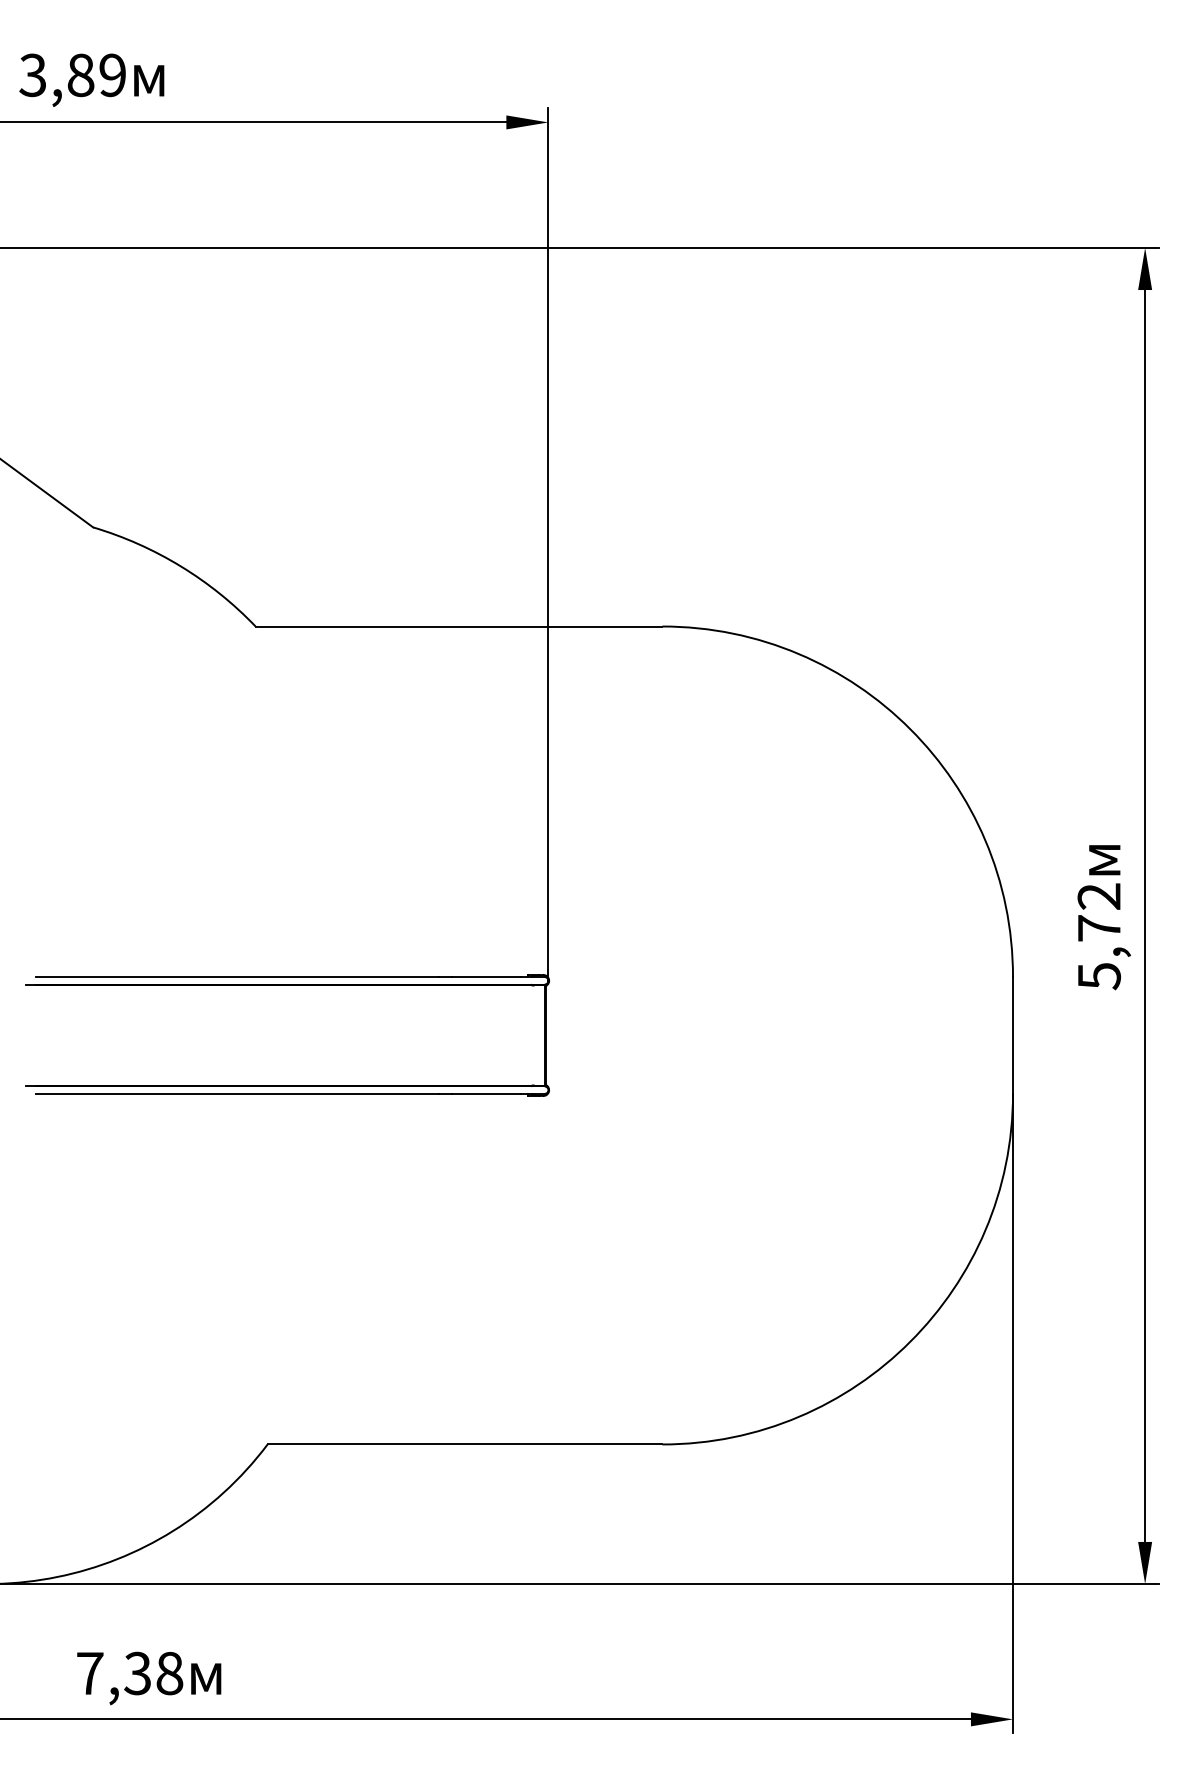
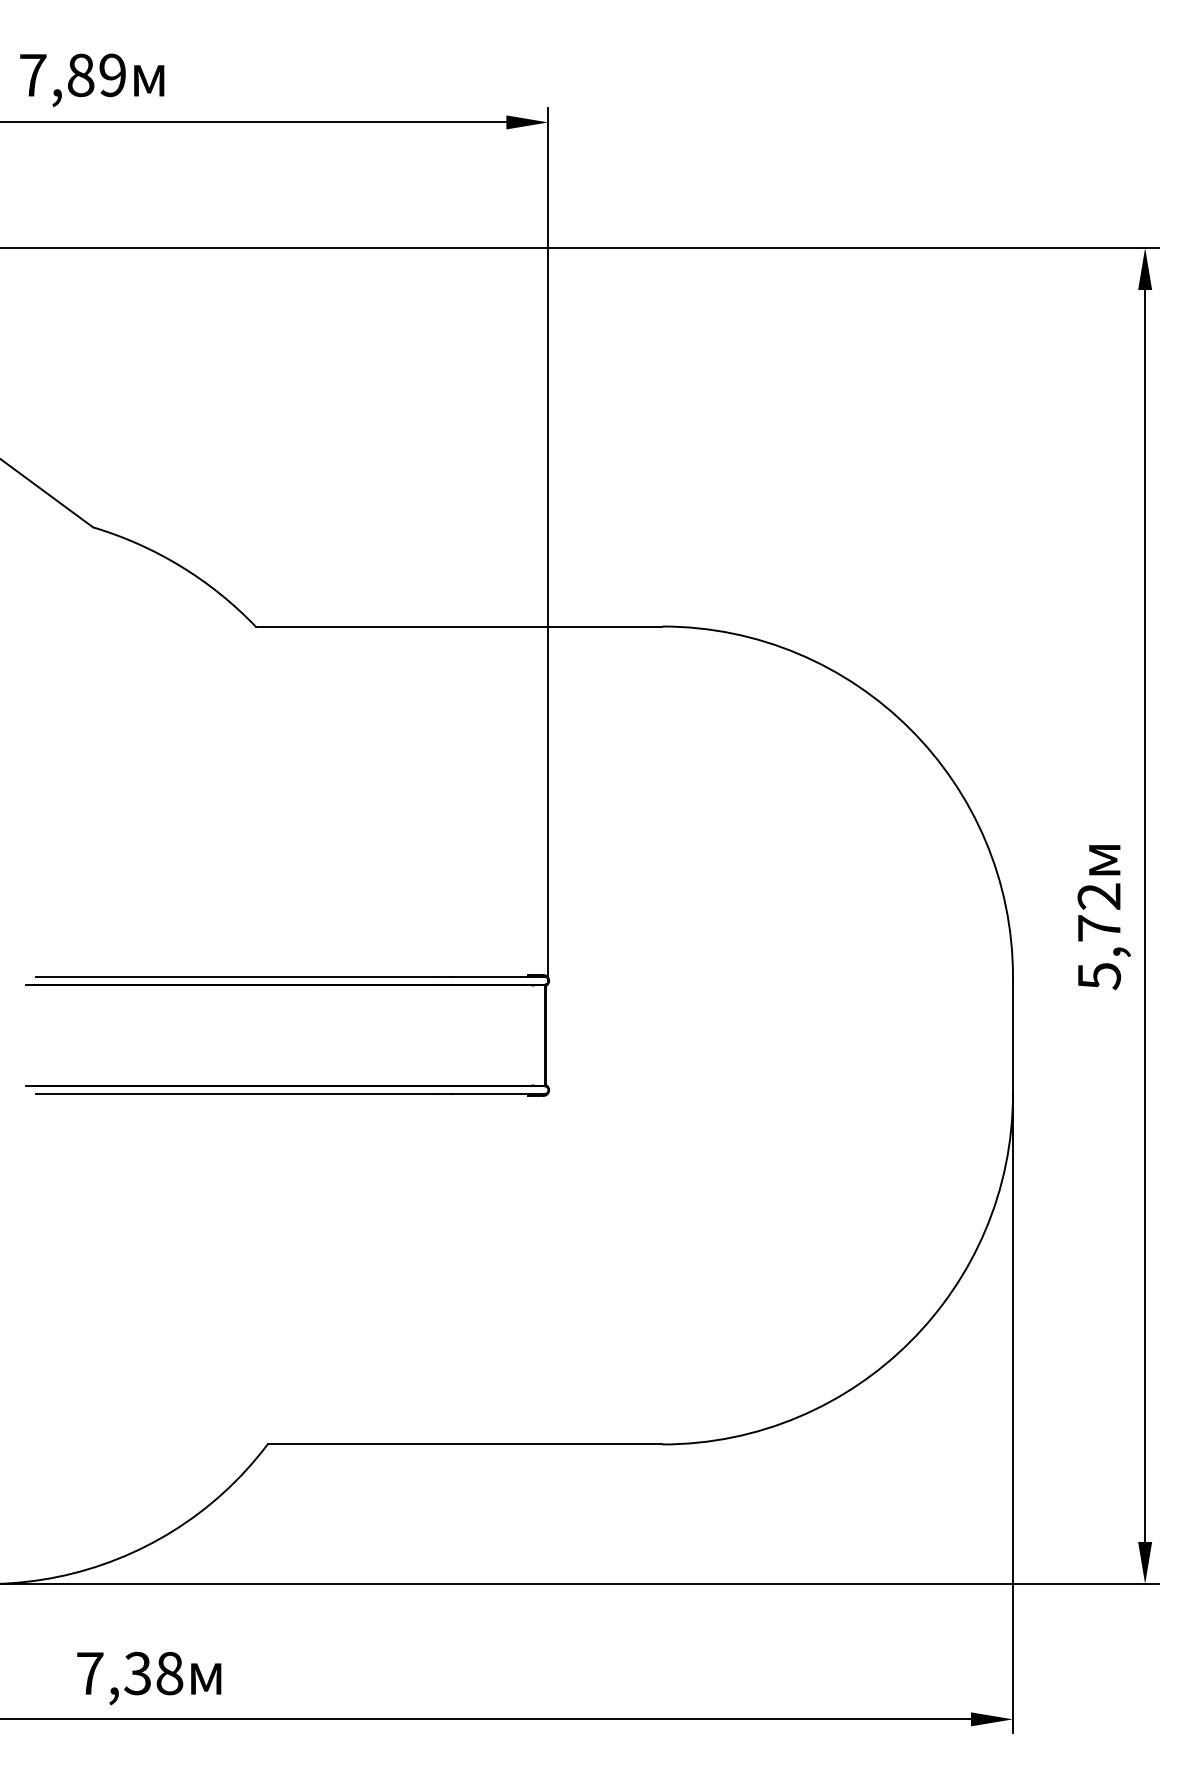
text at (32, 75): 3,89 -> 7,89
